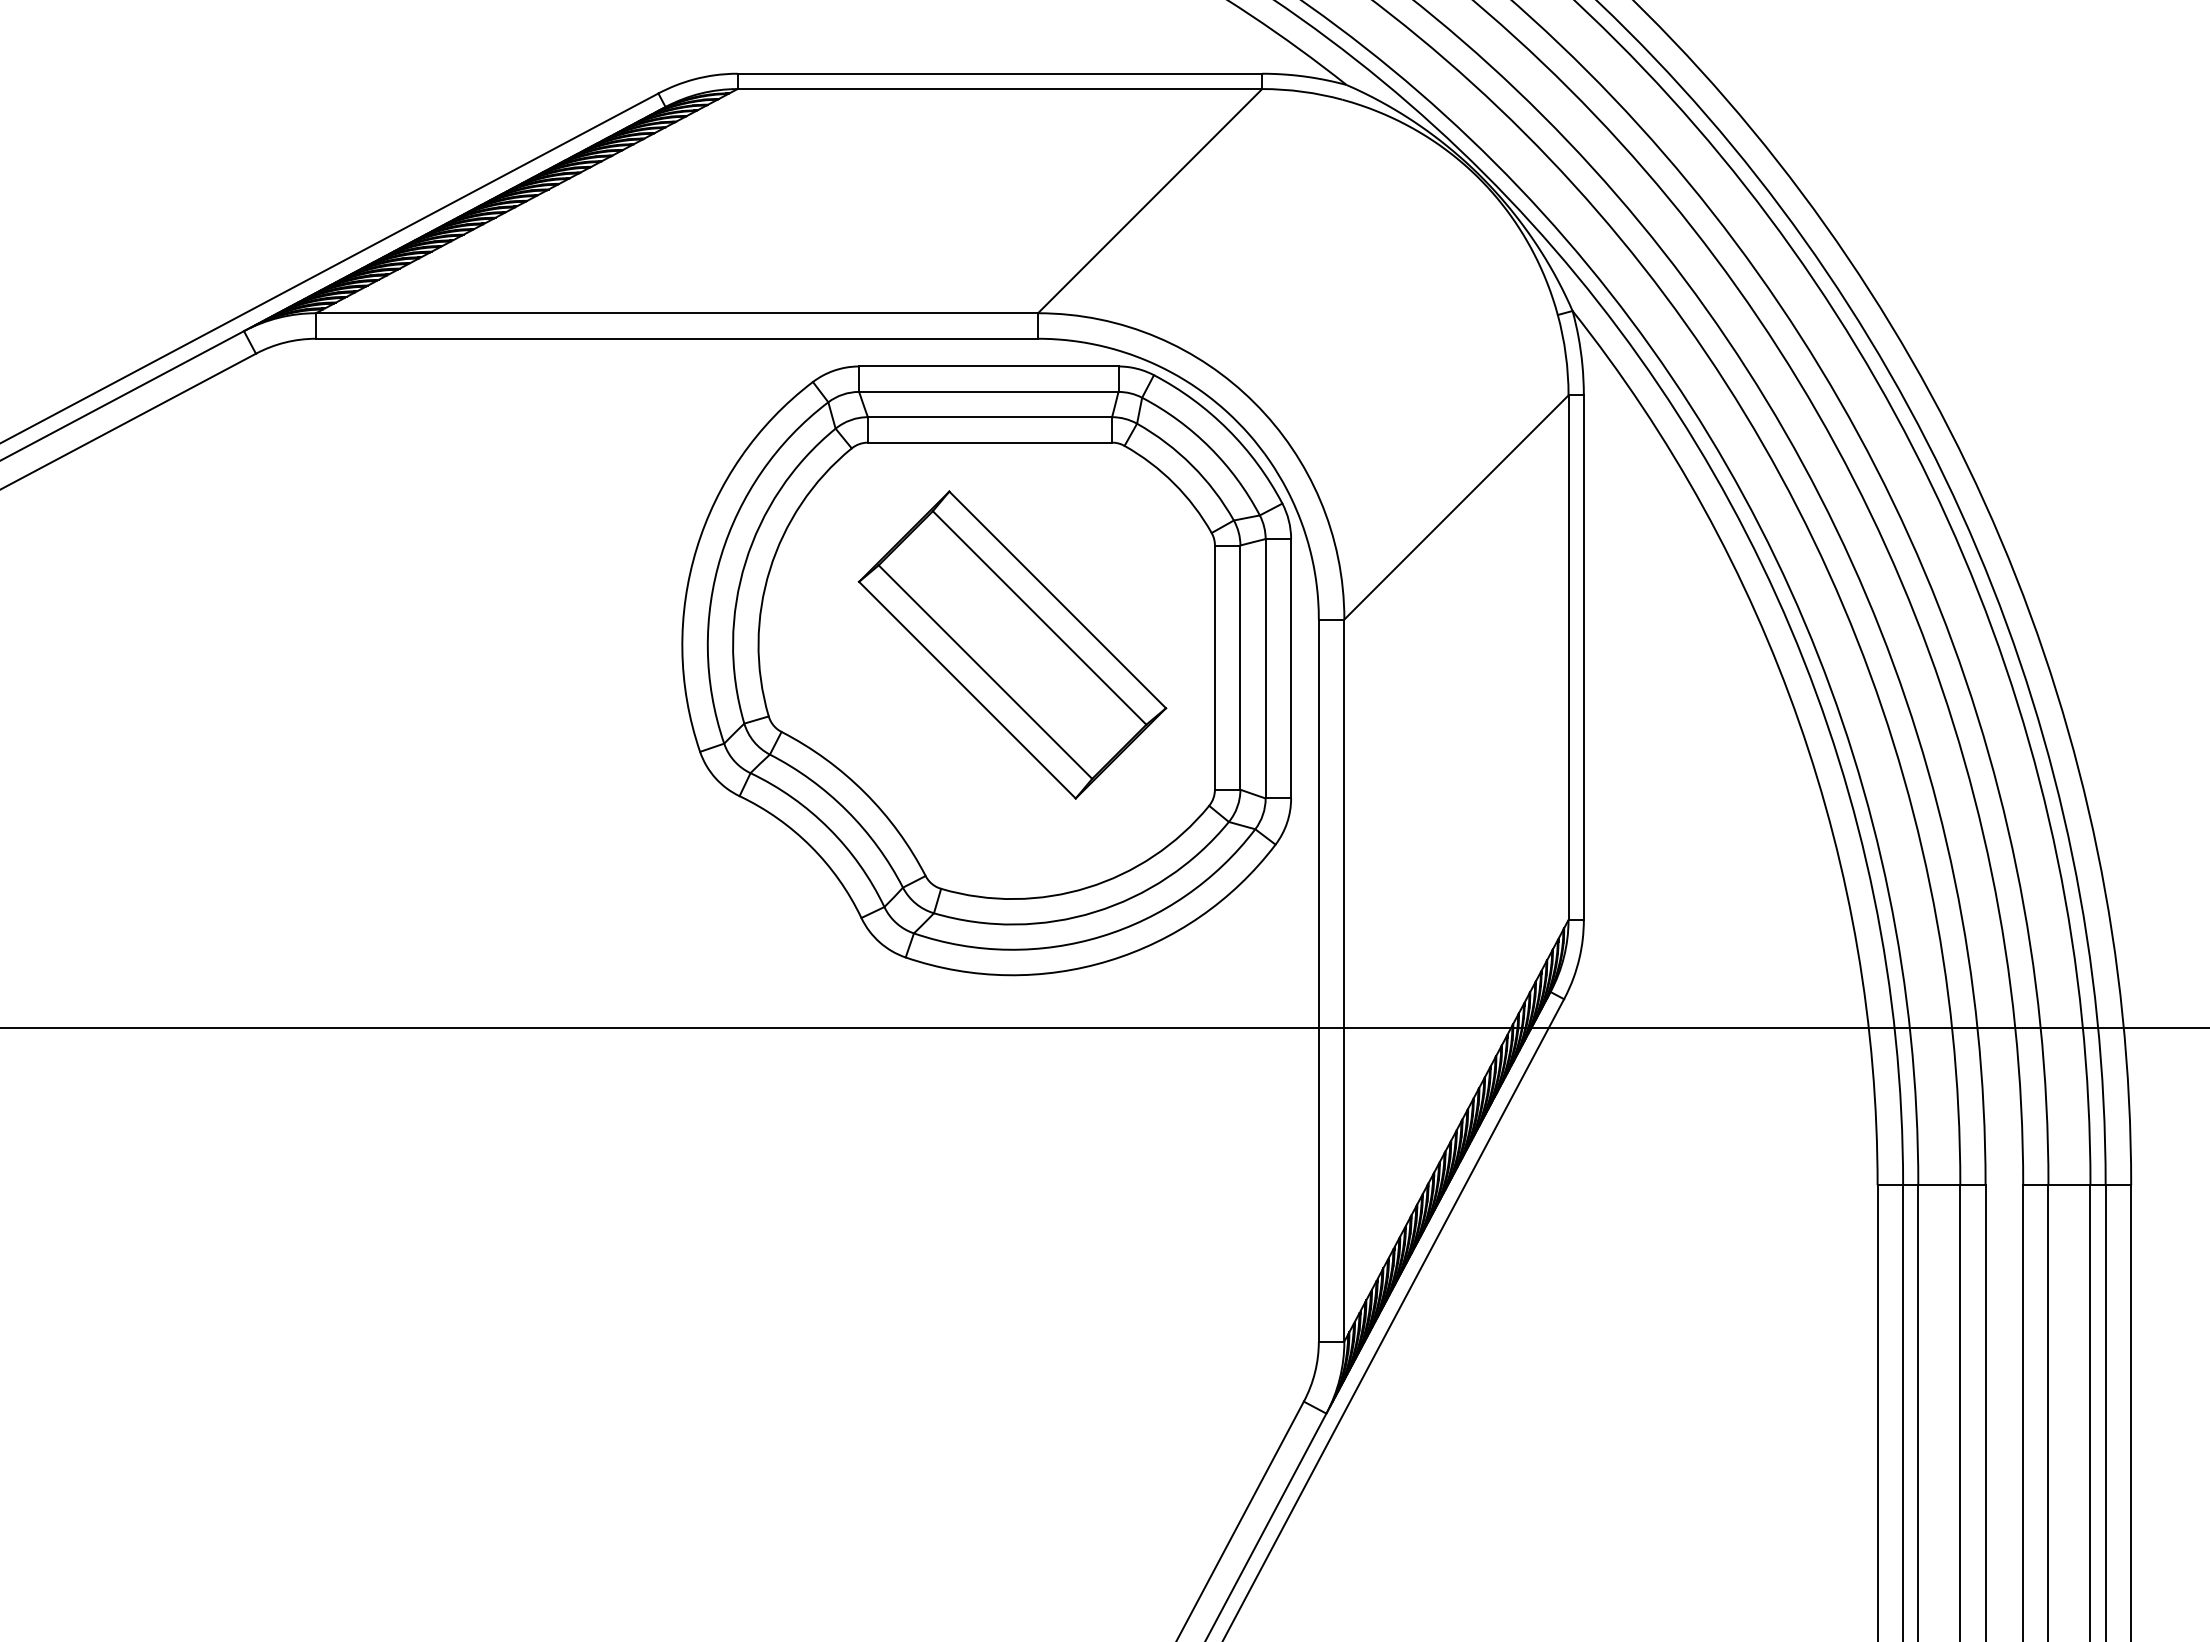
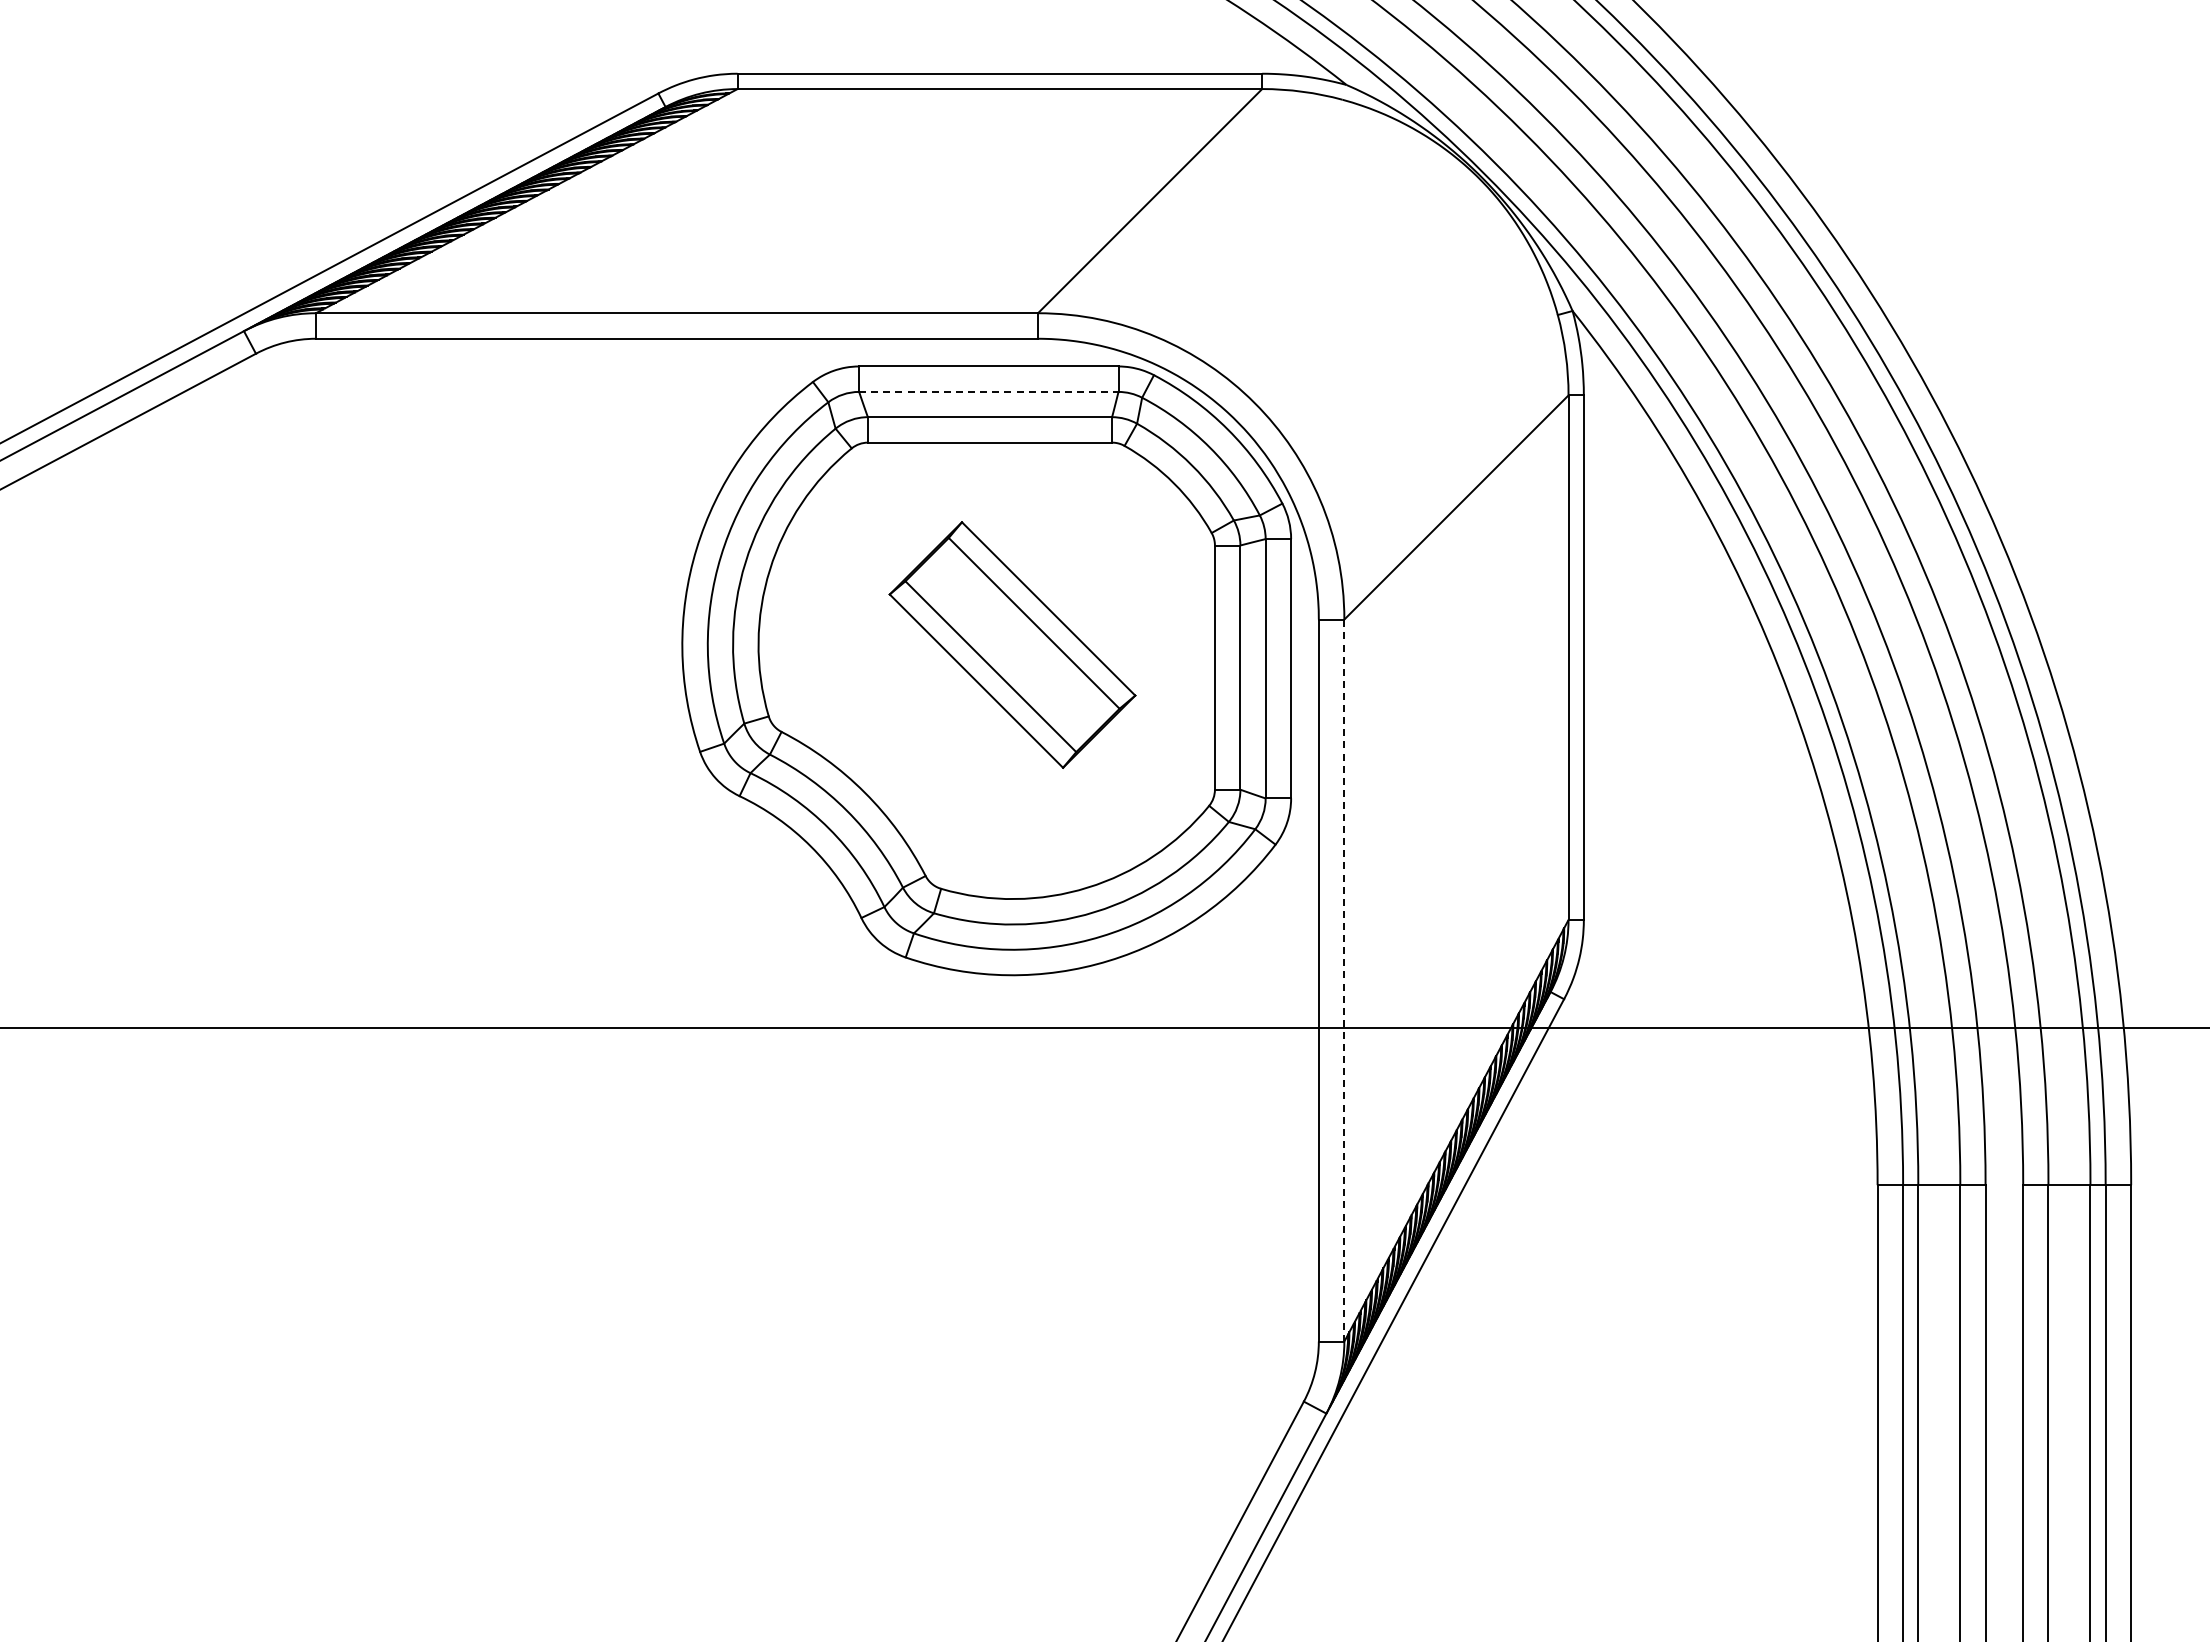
line at (988, 391): solid -> dashed
part at (1012, 644) size: 311x310 px -> 249x248 px
line at (1344, 980): solid -> dashed
